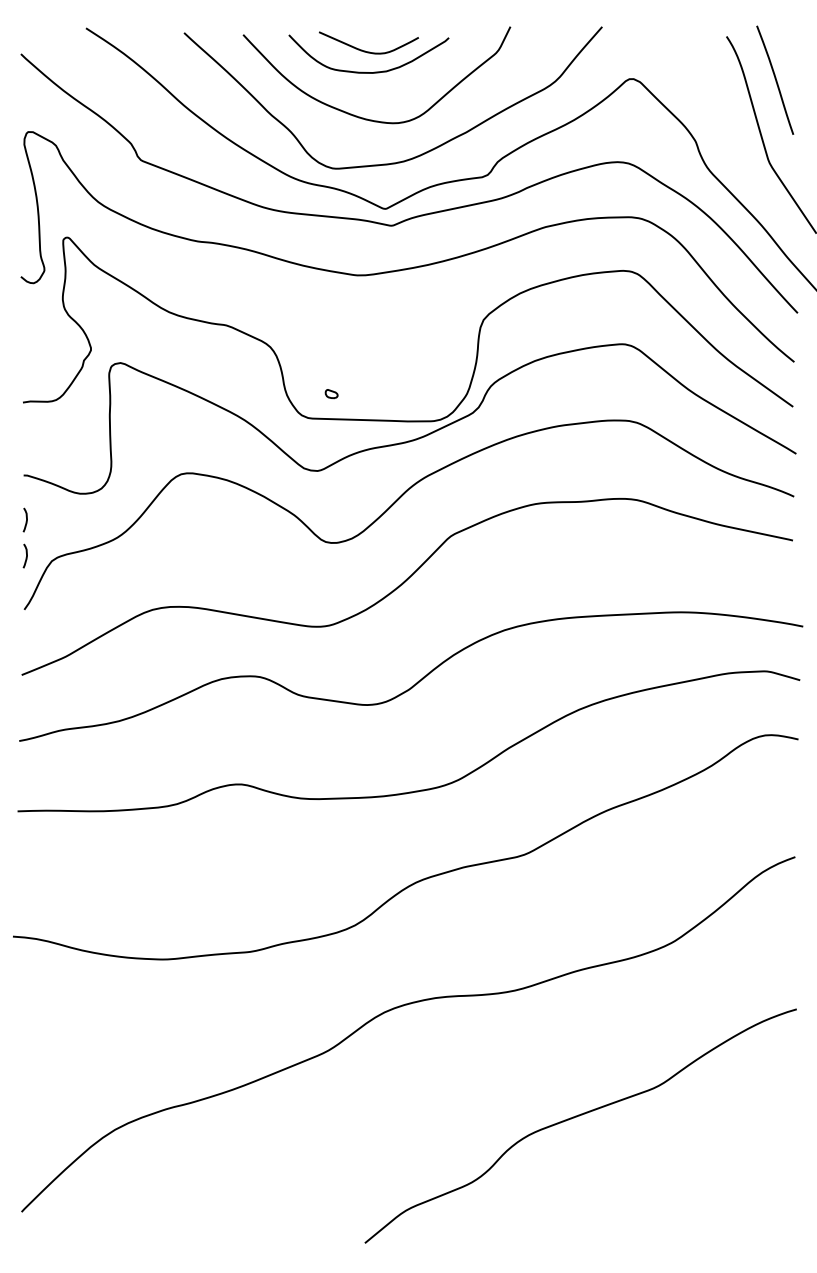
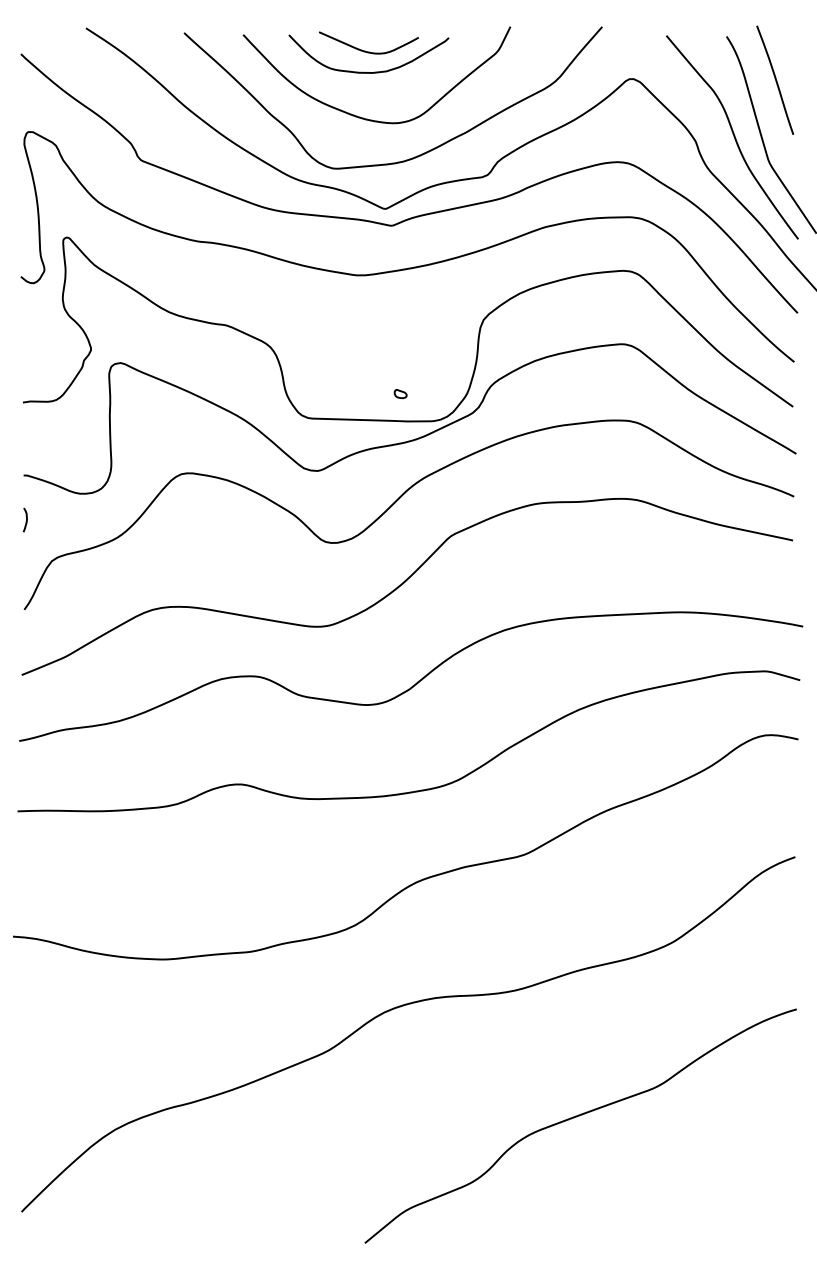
curve at (733, 136): none -> present
part at (331, 394) position: (331, 394) -> (400, 394)
curve at (26, 555): present -> none
